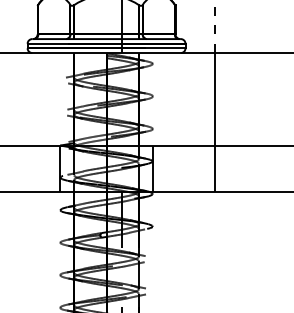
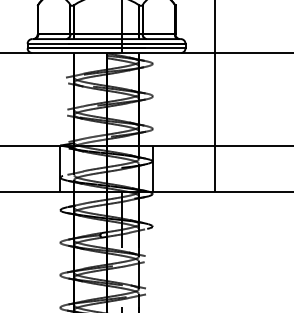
line at (214, 26): dashed -> solid
